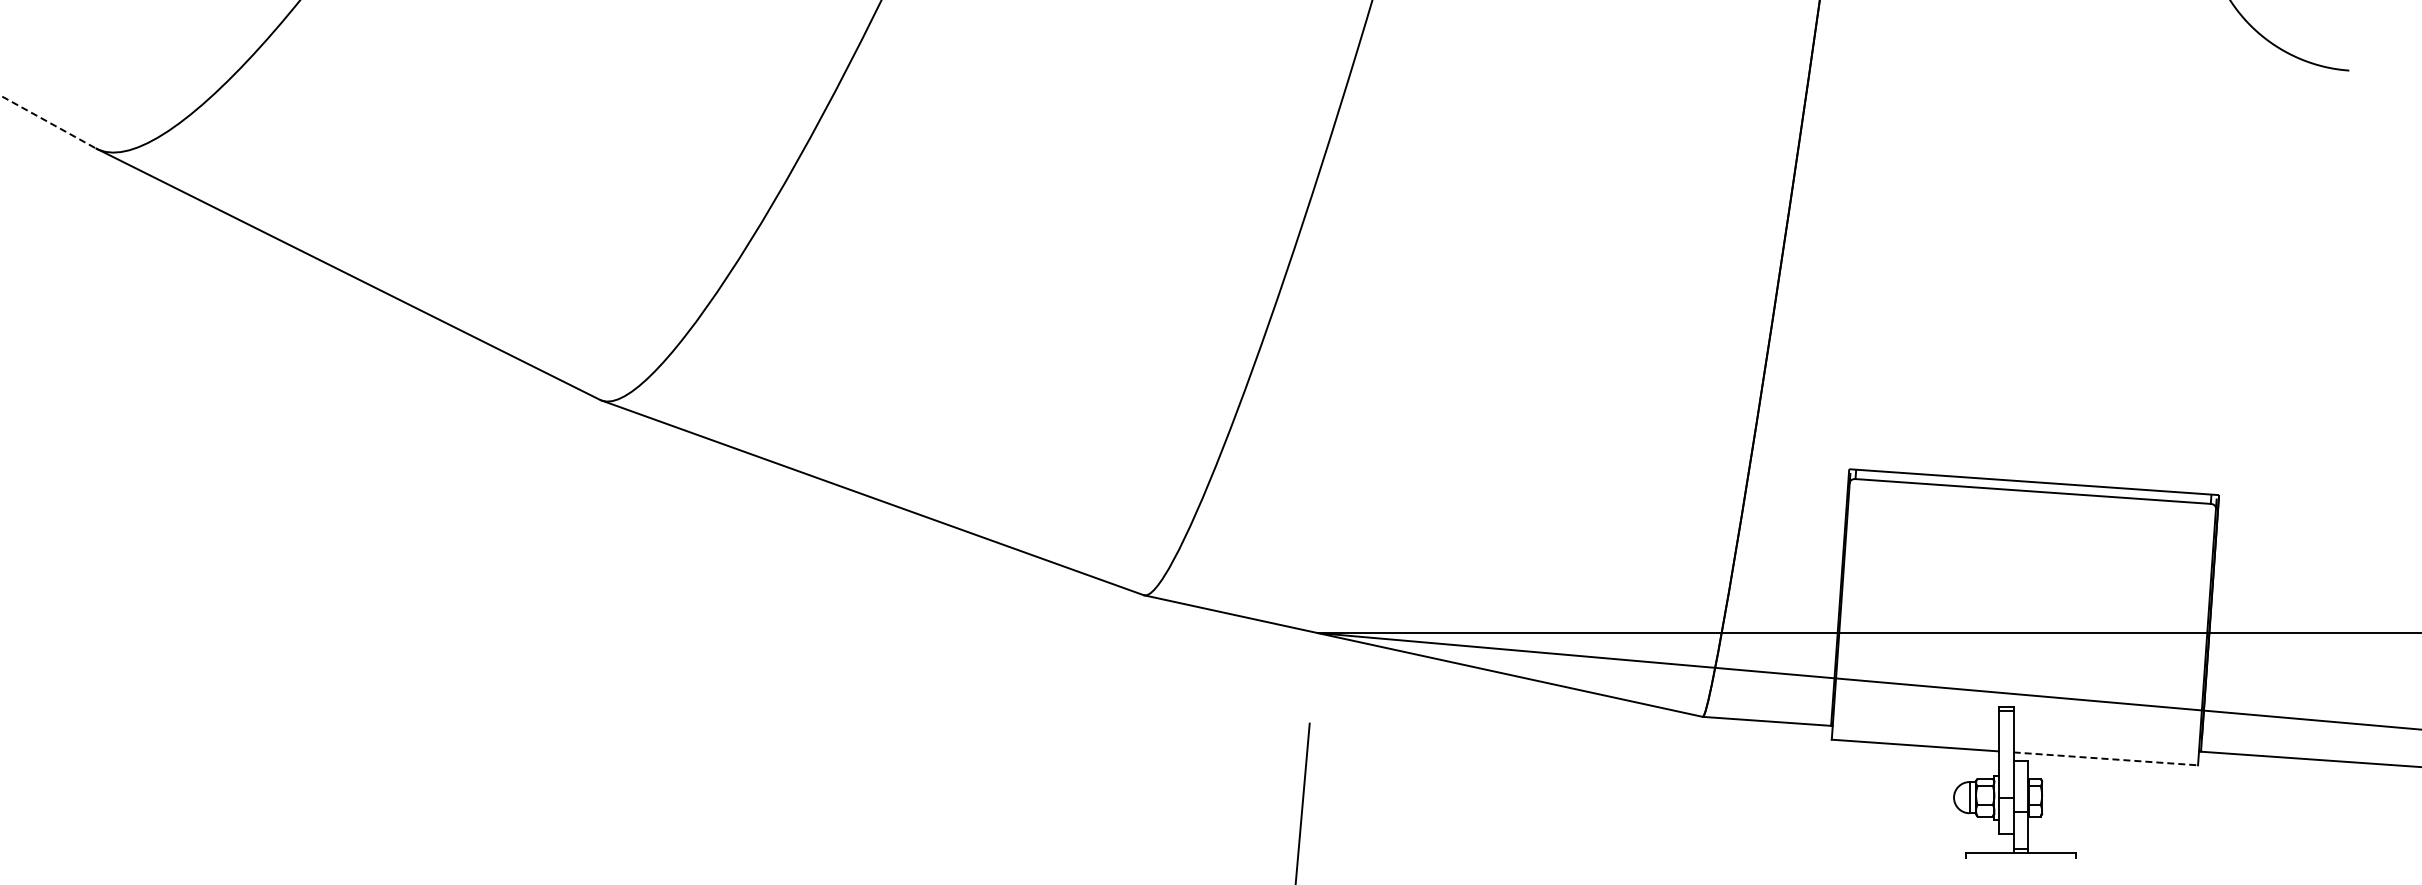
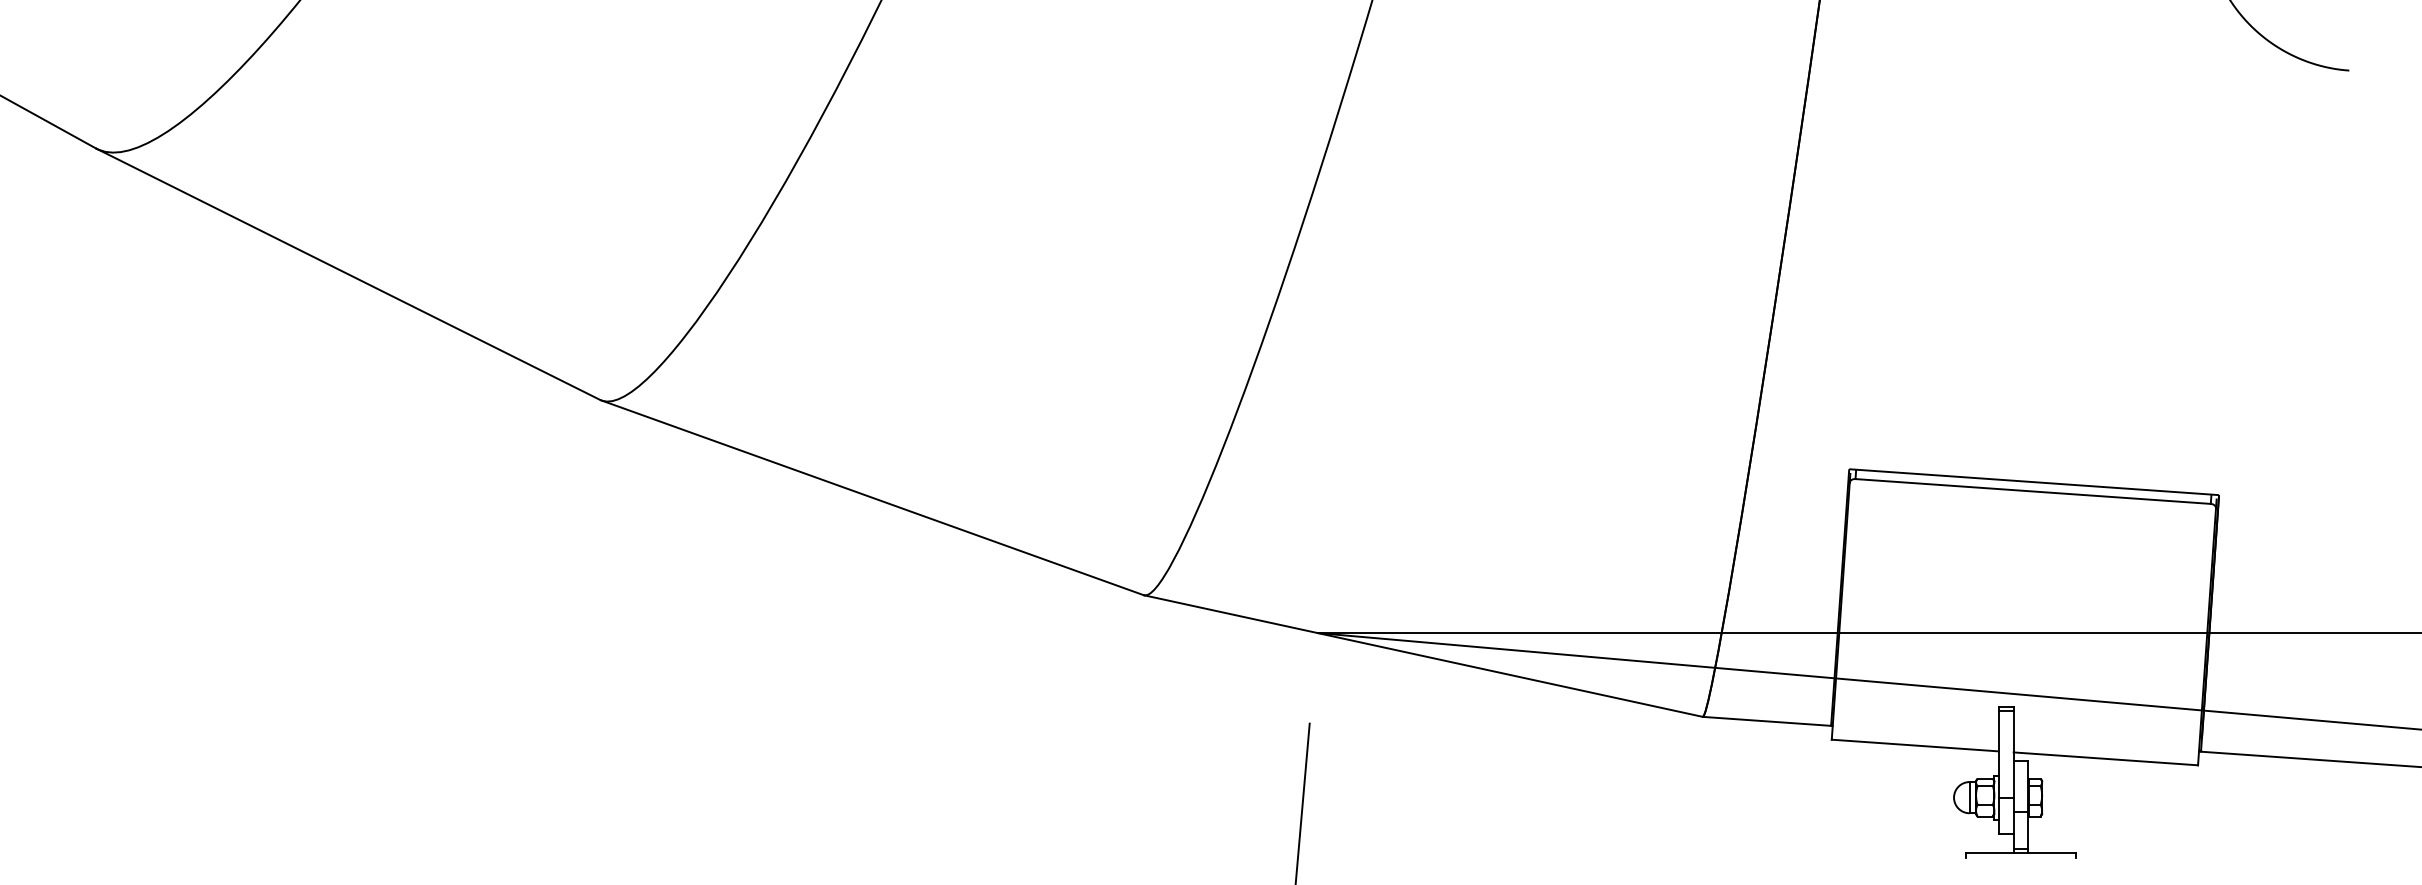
line at (48, 122): dashed -> solid
line at (2106, 758): dashed -> solid
